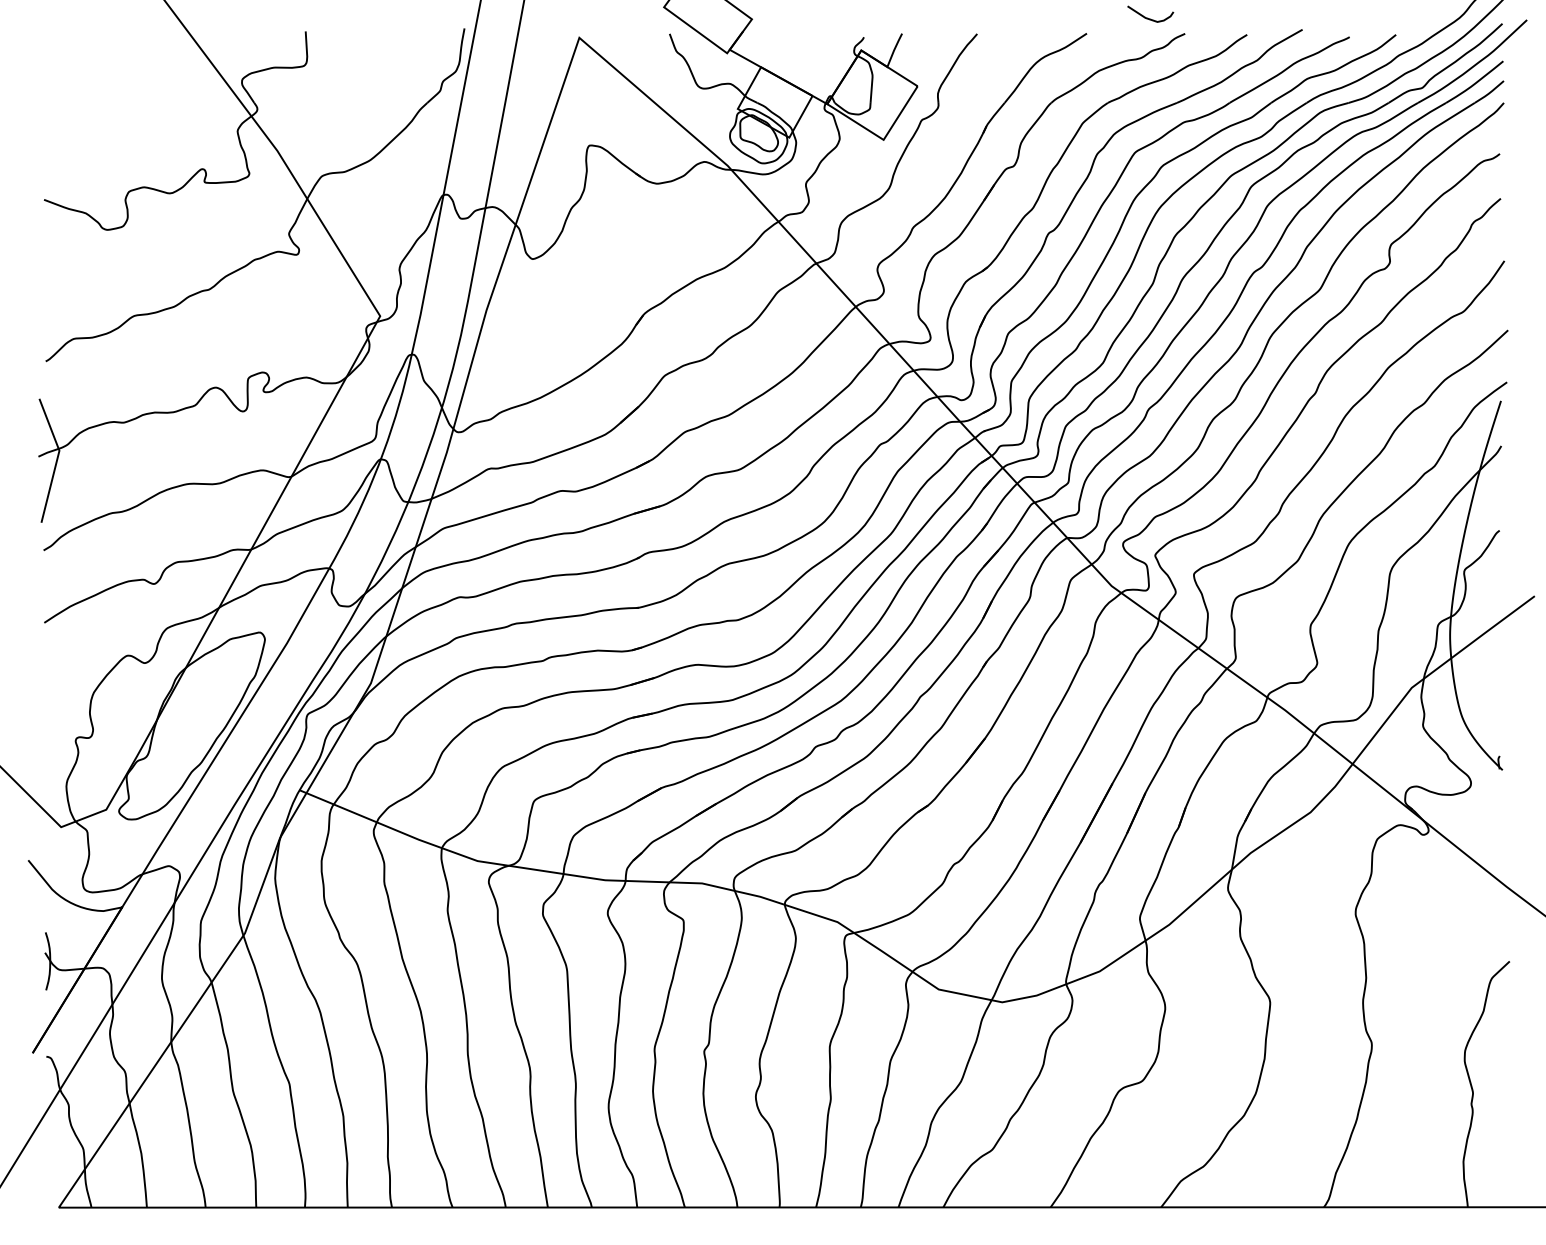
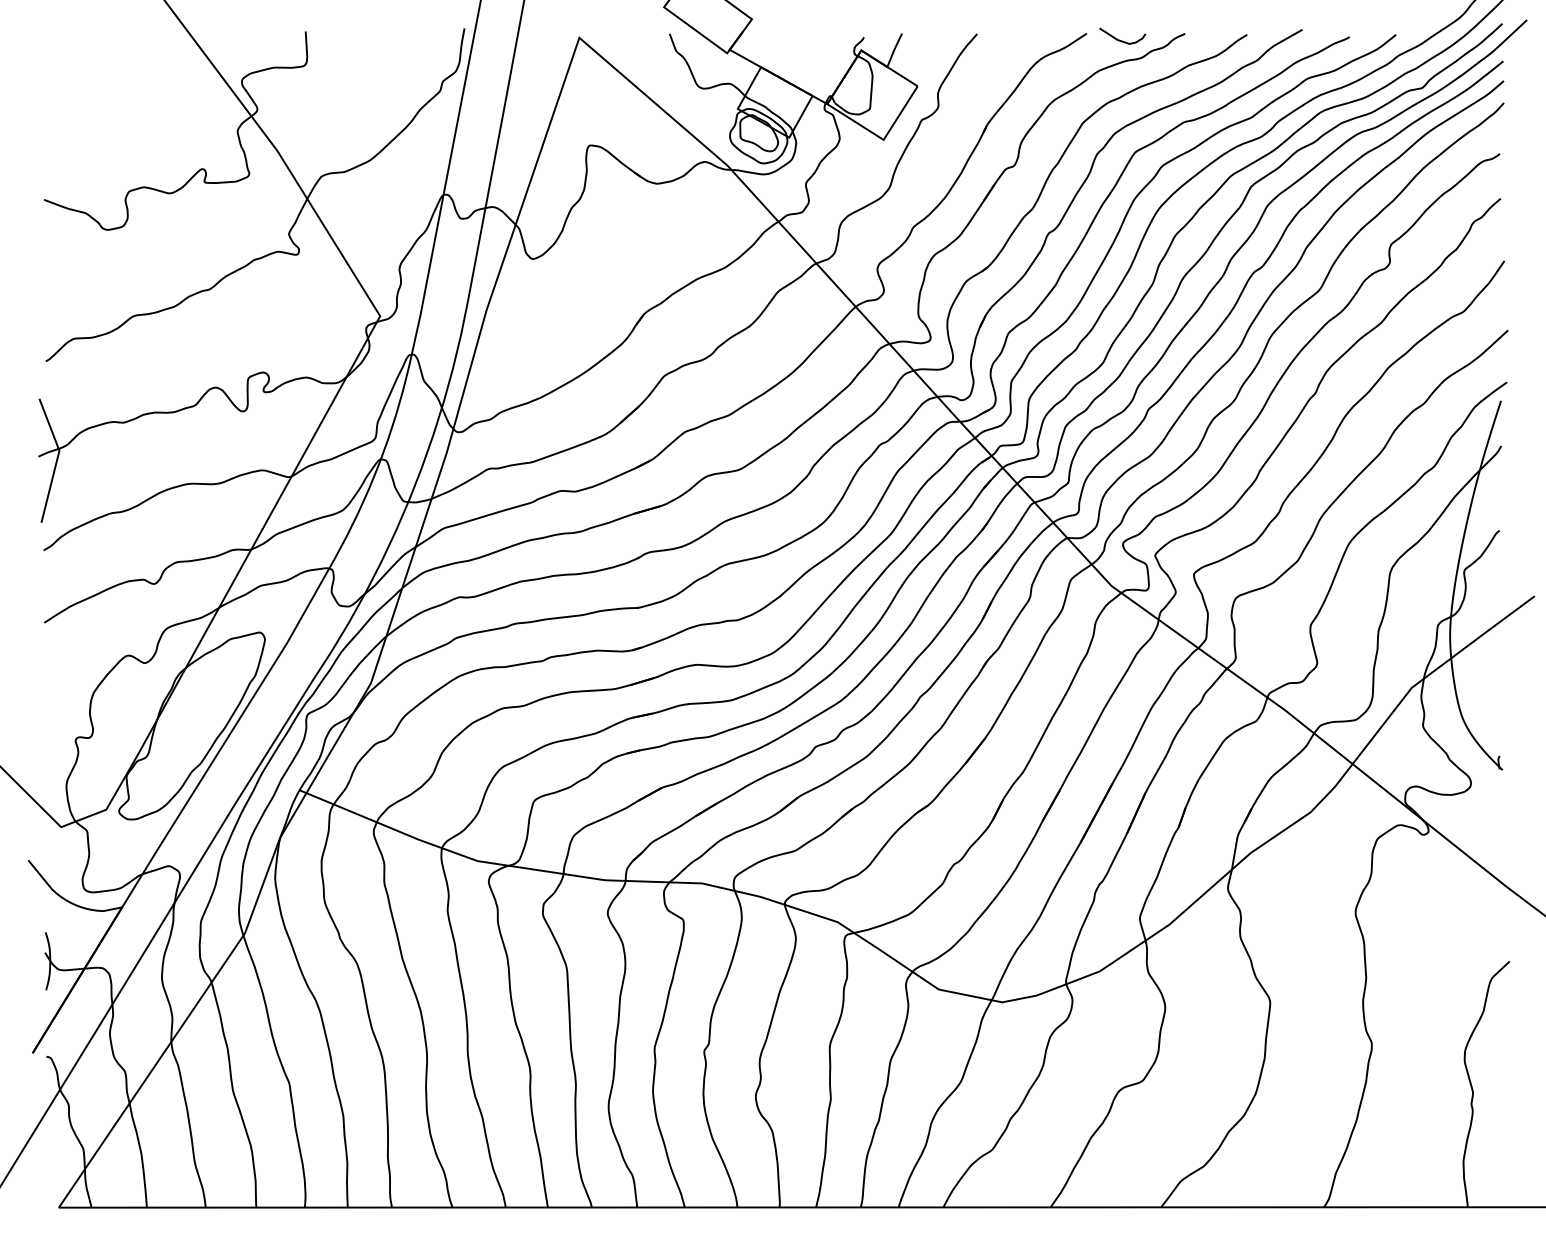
curve at (1147, 17) position: (1147, 17) -> (1119, 39)
